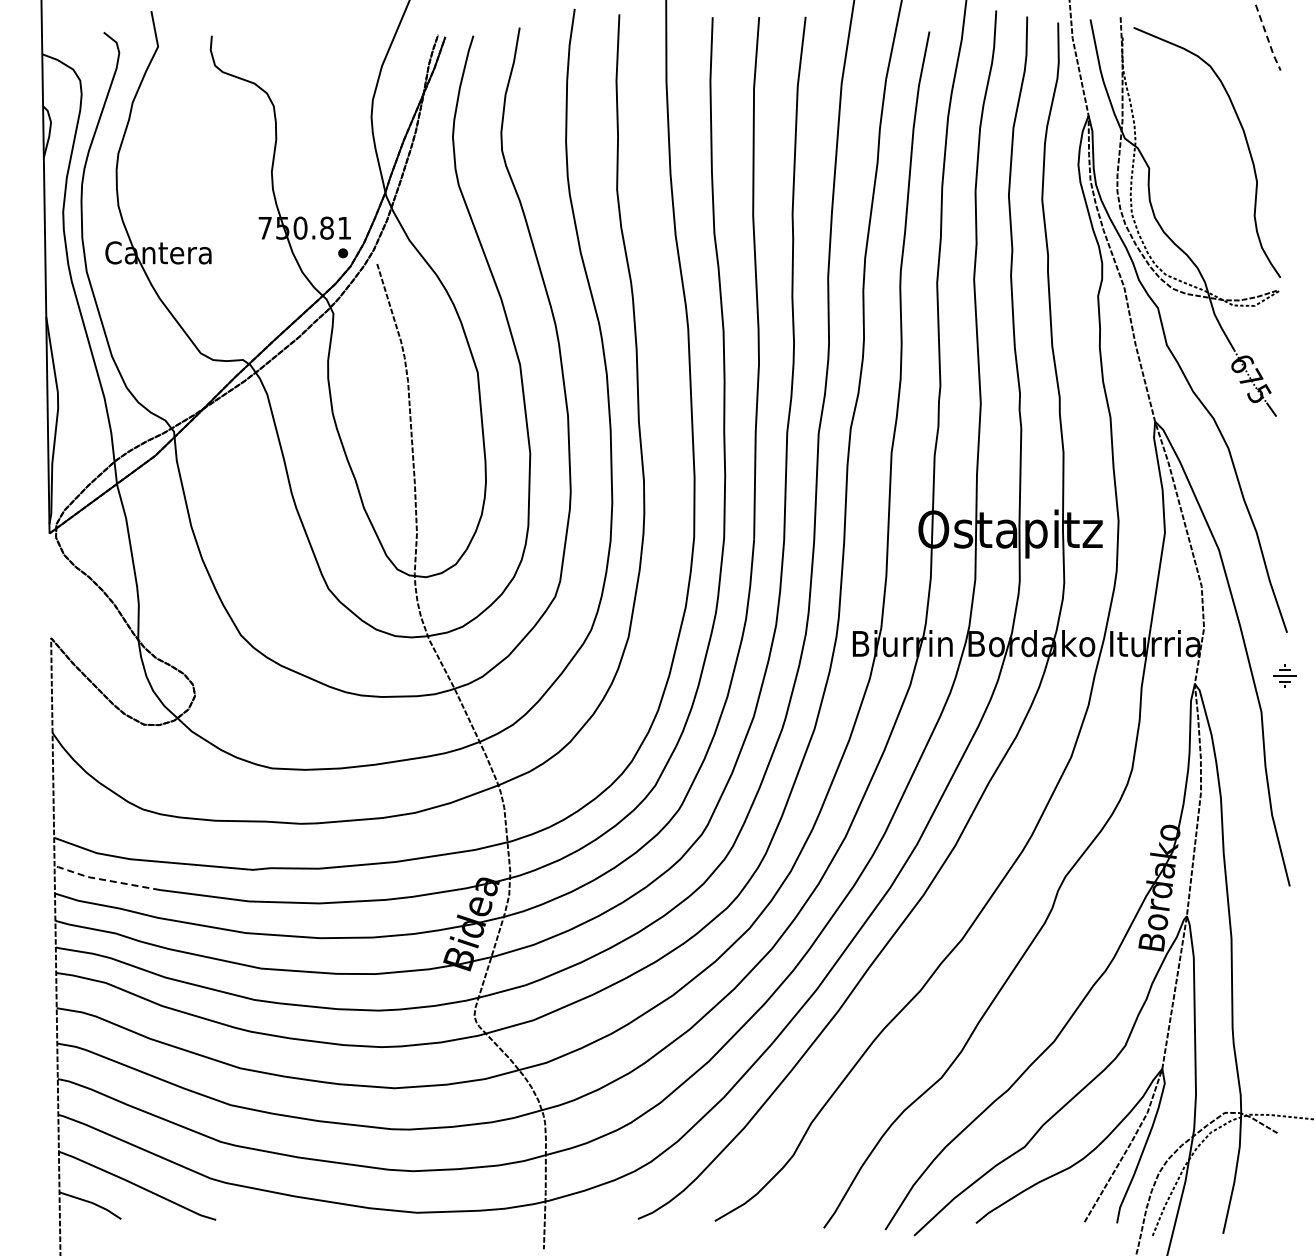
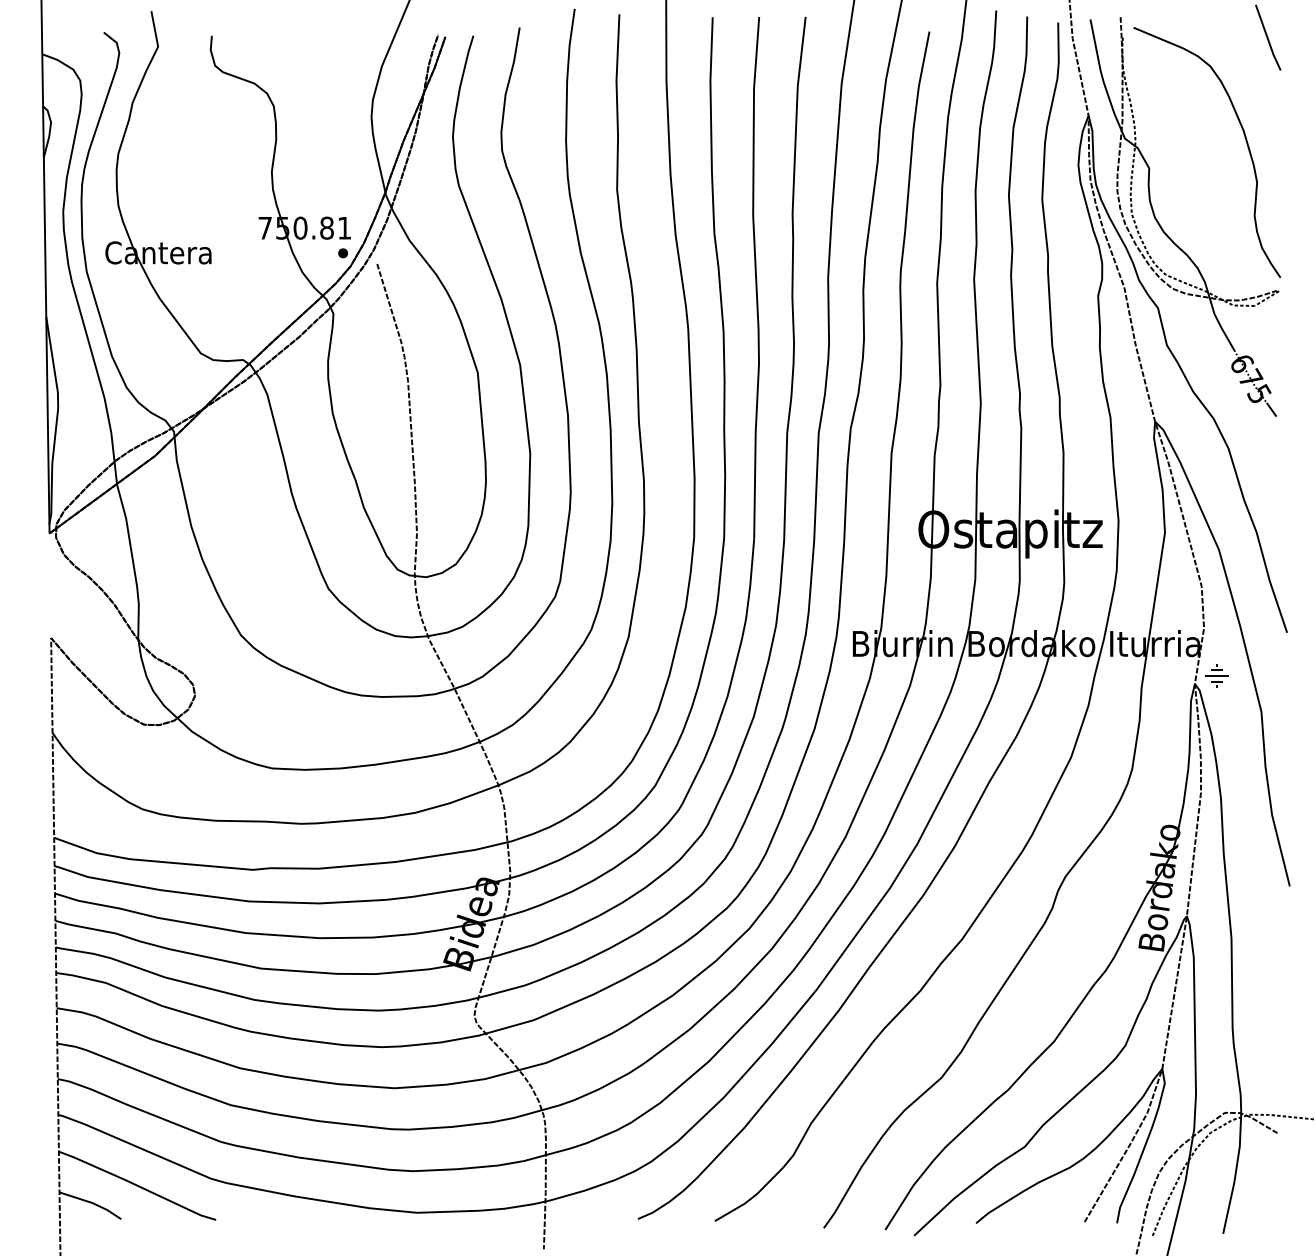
line at (1267, 38): dashed -> solid
part at (1284, 675) position: (1284, 675) -> (1216, 675)
line at (105, 880): dashed -> solid
